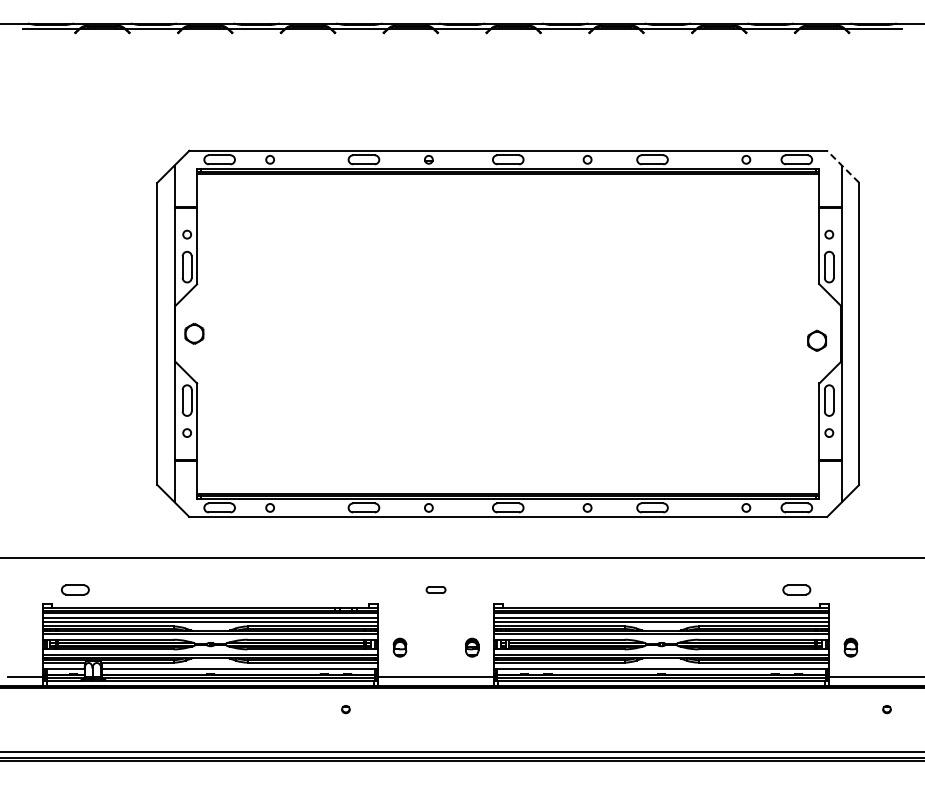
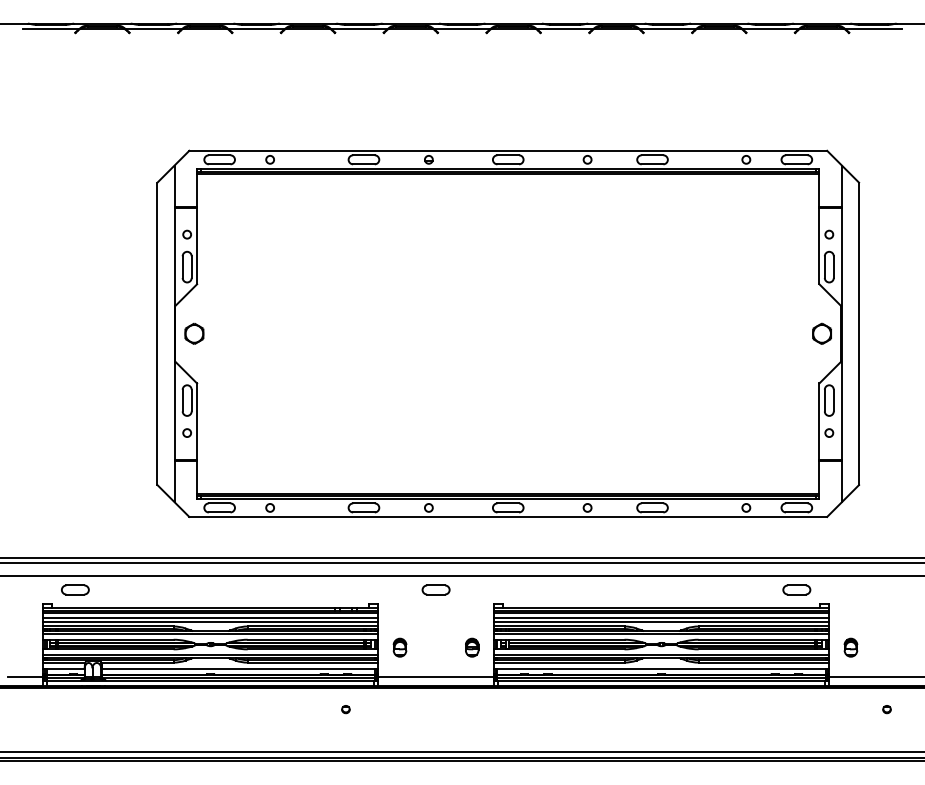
line at (843, 166): dashed -> solid
part at (816, 340) position: (816, 340) -> (821, 333)
line at (461, 562): none -> present
line at (461, 575): none -> present
part at (435, 589) size: 22x8 px -> 30x12 px
